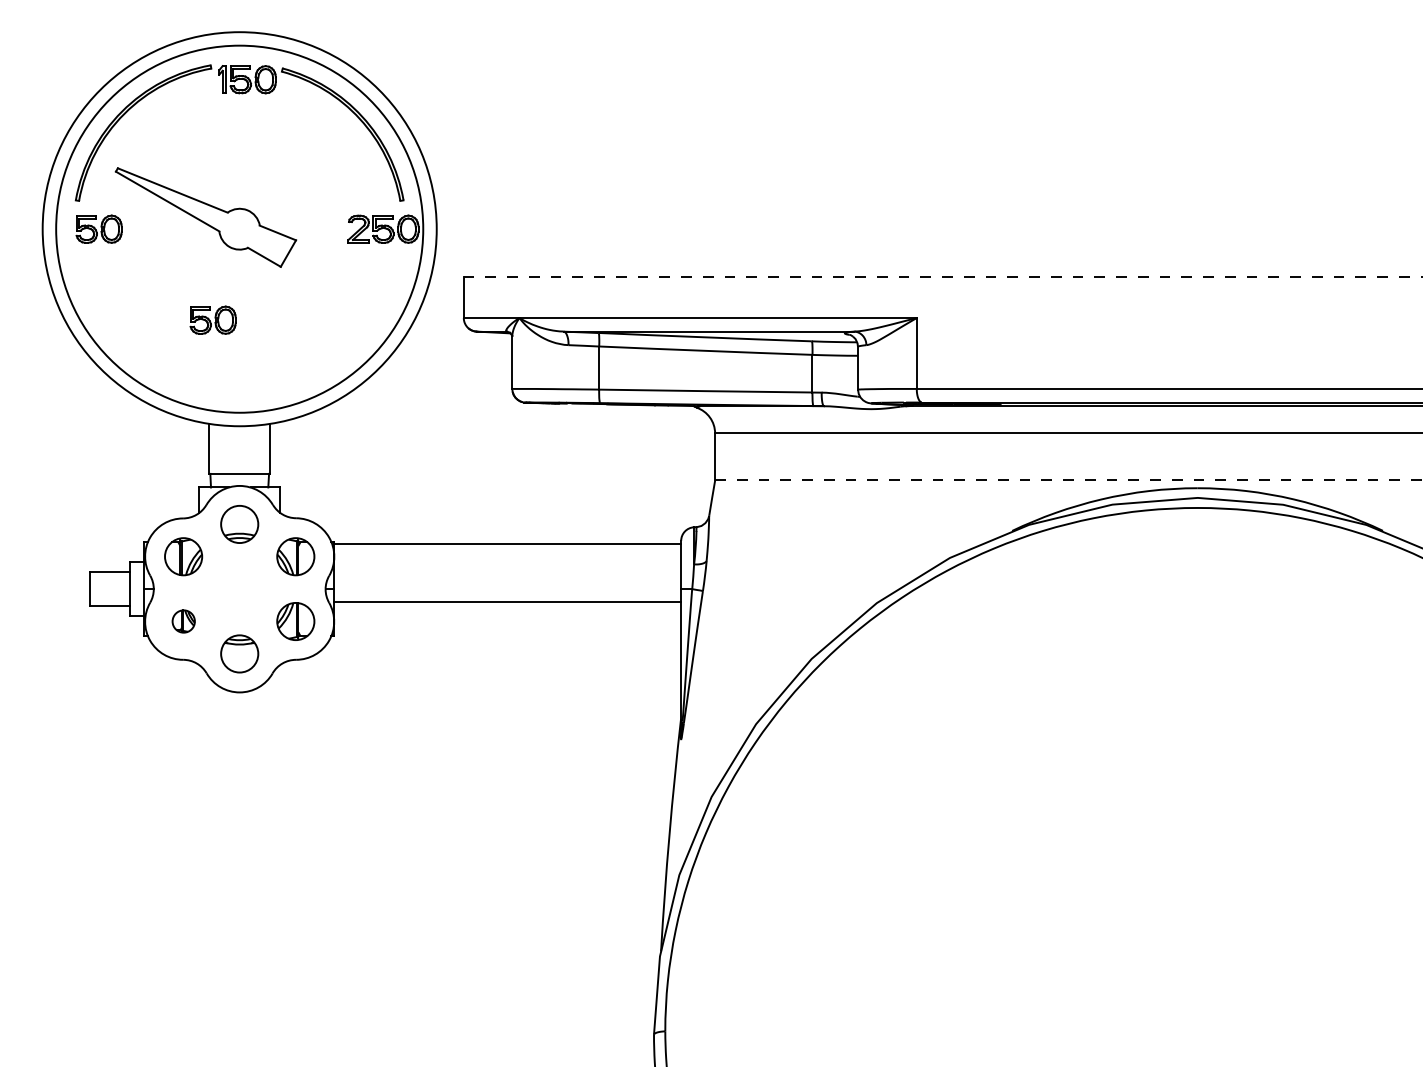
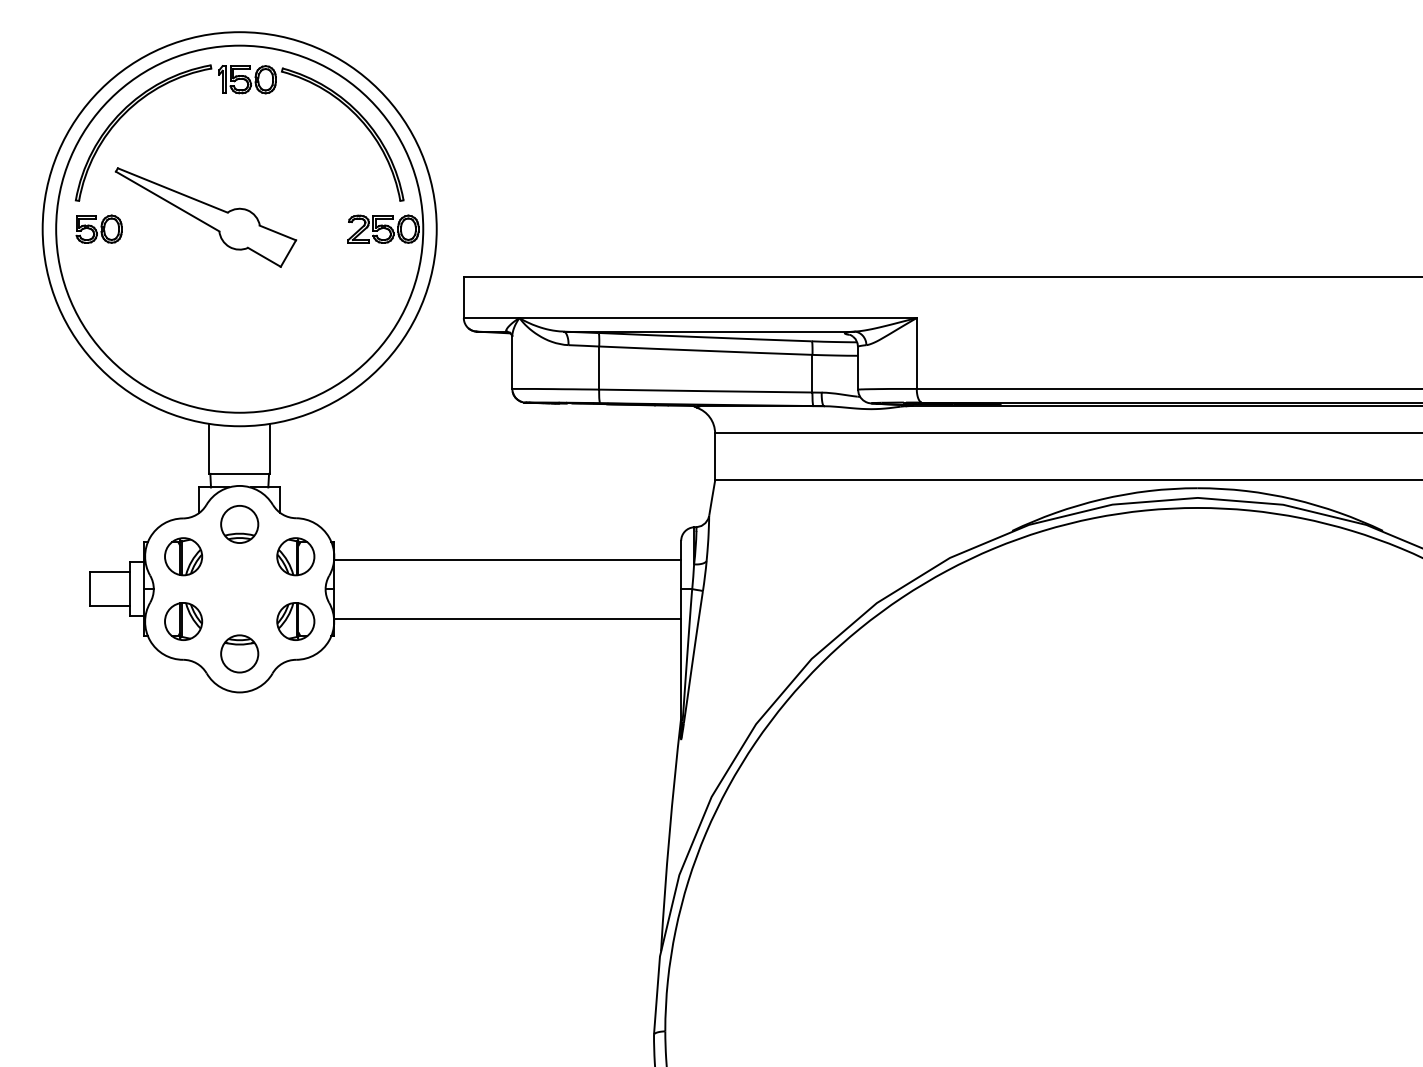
line at (942, 276): dashed -> solid
part at (212, 319): present -> none
line at (1068, 480): dashed -> solid
line at (507, 543) position: (507, 543) -> (507, 559)
line at (507, 601) position: (507, 601) -> (507, 618)
part at (183, 621) size: 25x25 px -> 40x39 px
